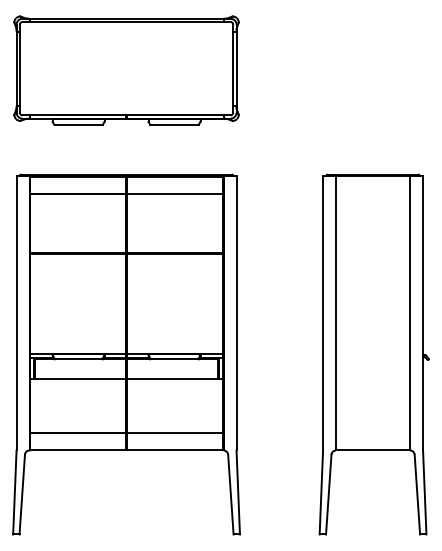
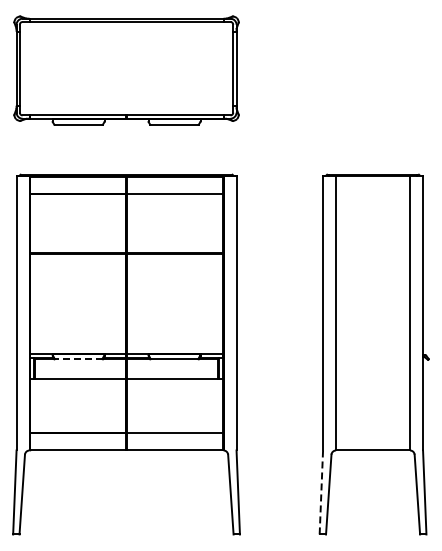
line at (78, 359): solid -> dashed
line at (321, 492): solid -> dashed
